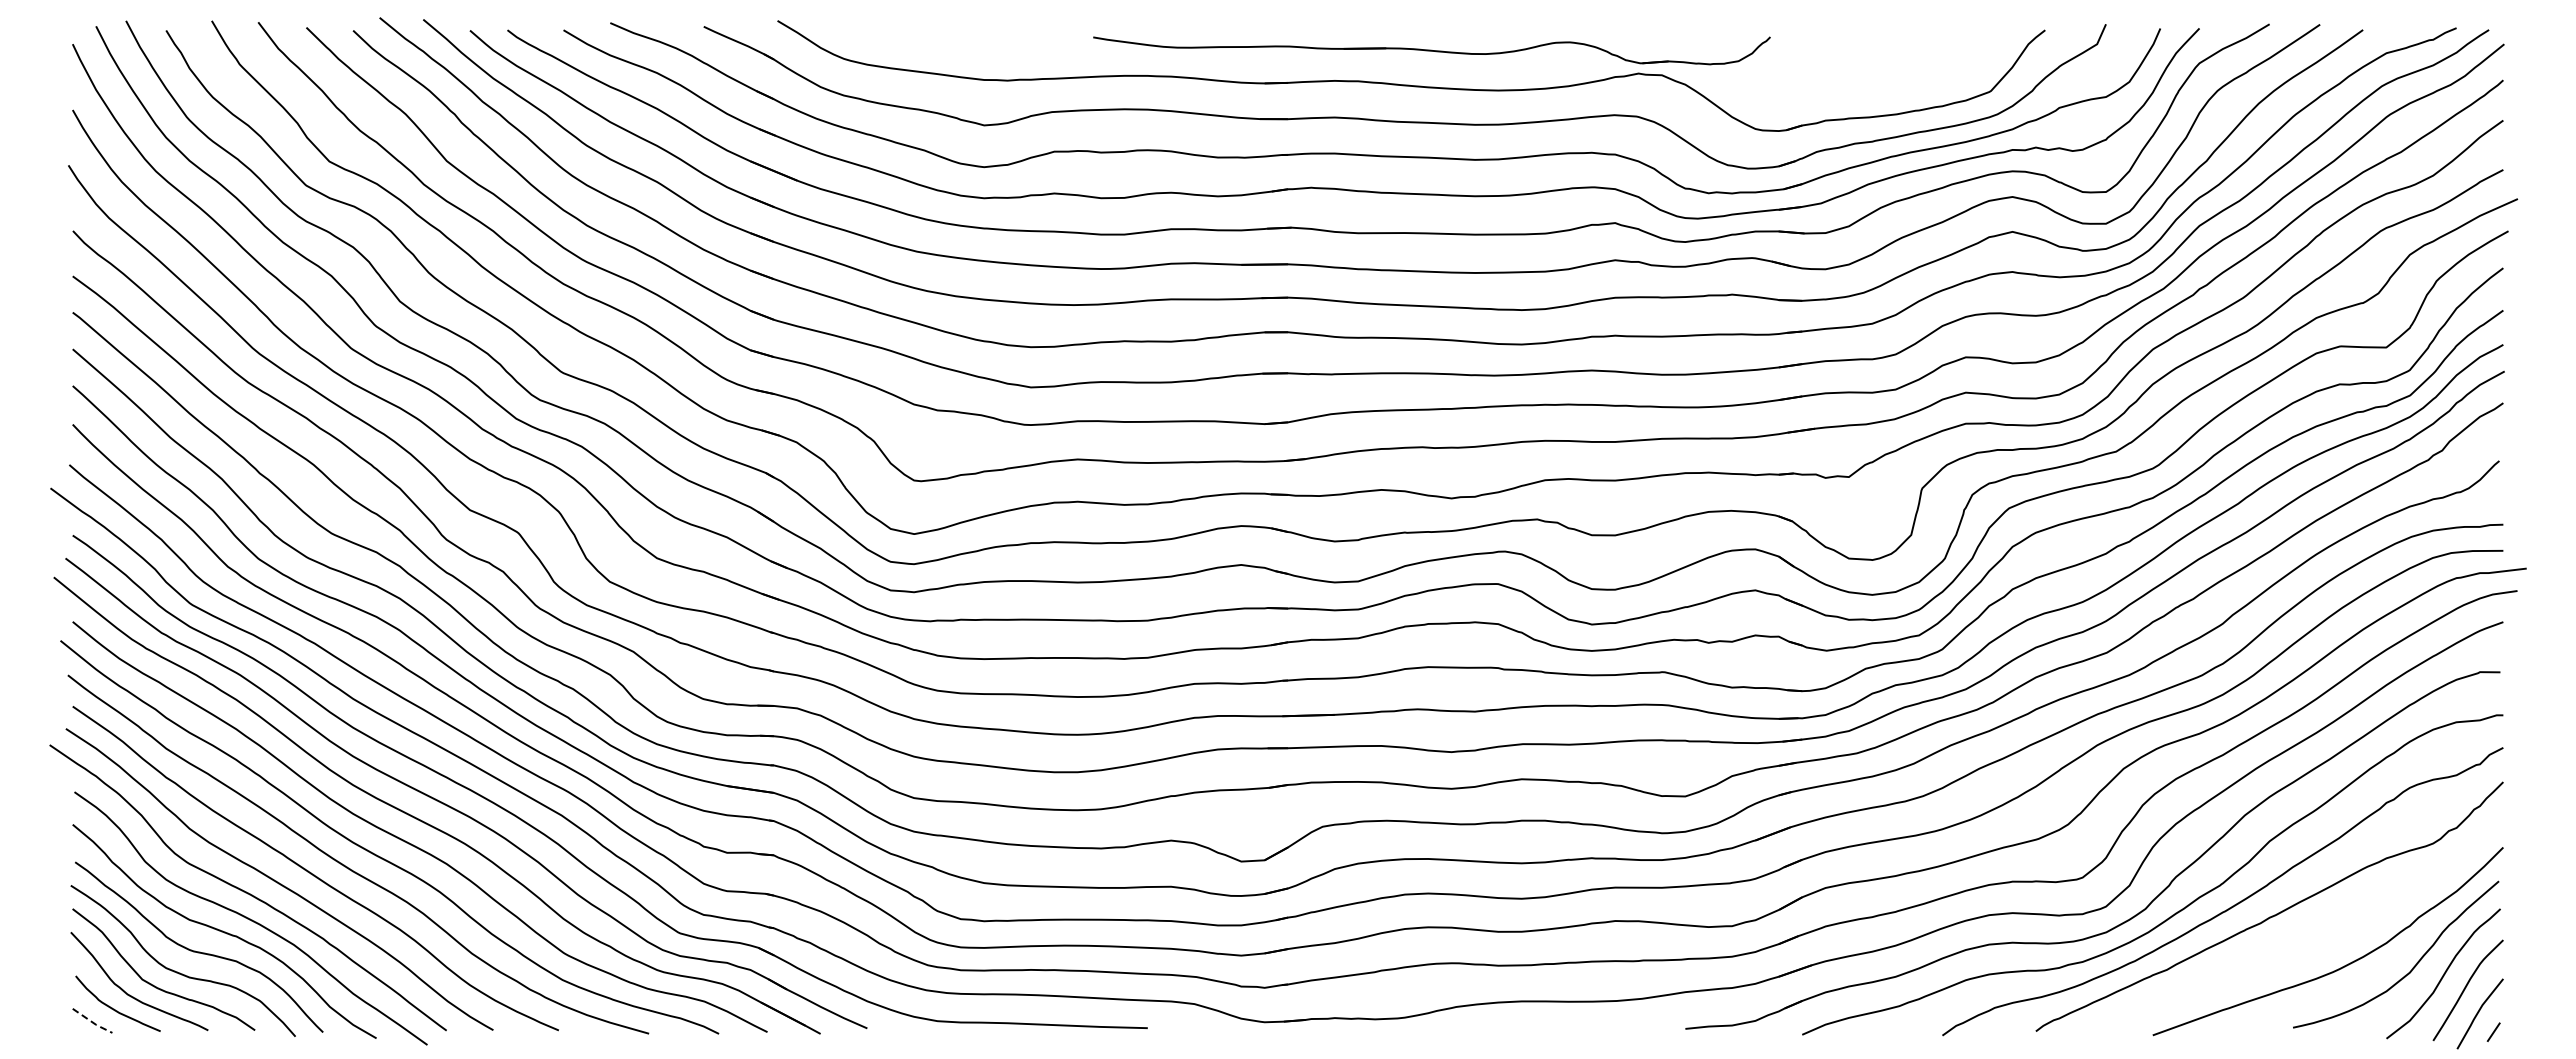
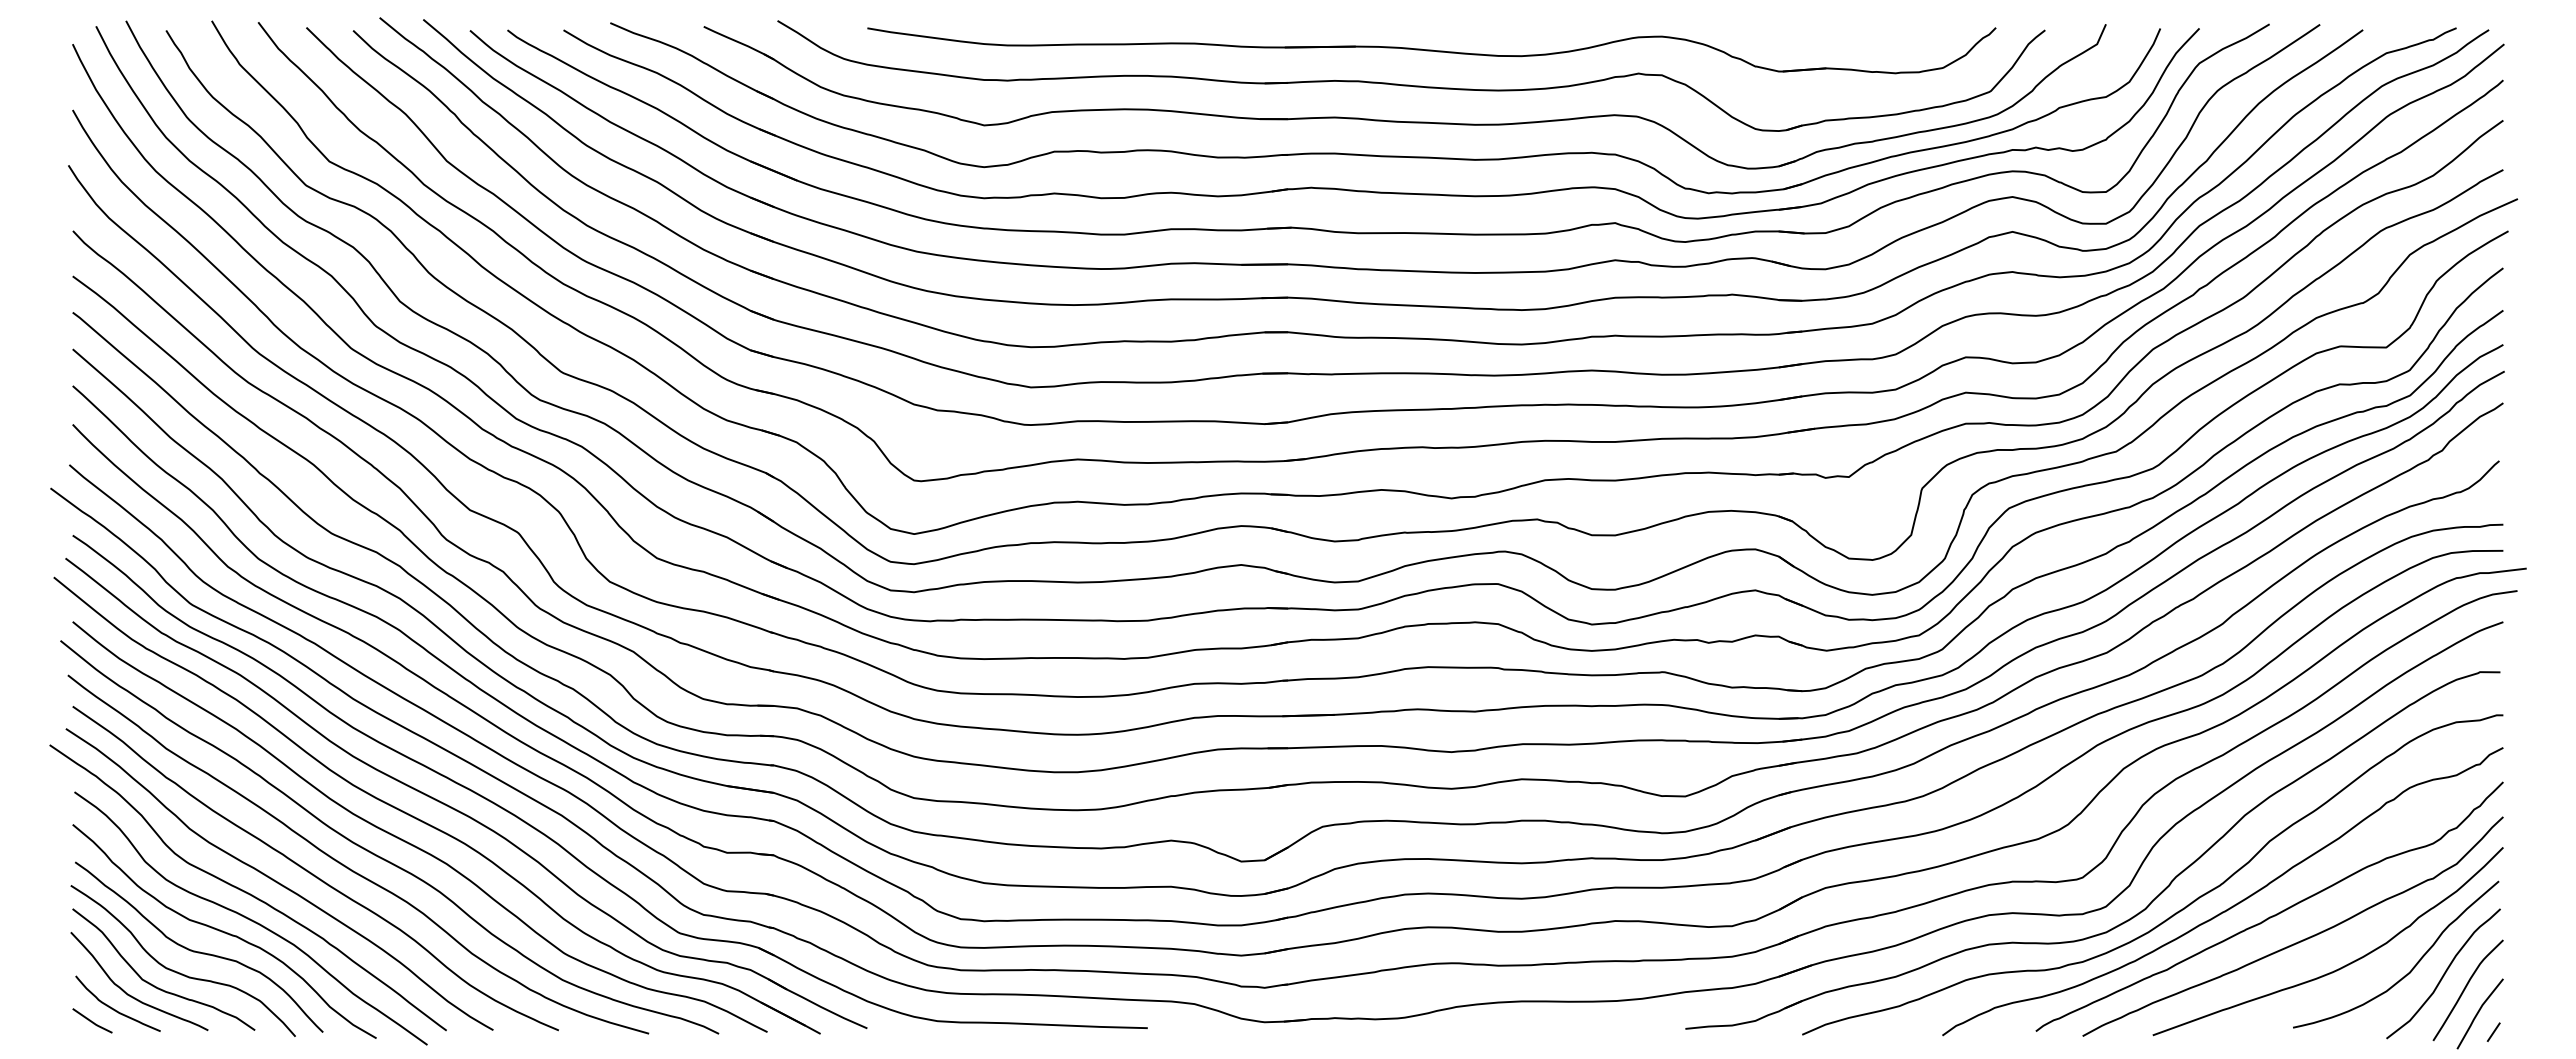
part at (1431, 50) size: 678x30 px -> 1130x48 px
curve at (2297, 941): none -> present
line at (93, 1023): dashed -> solid
